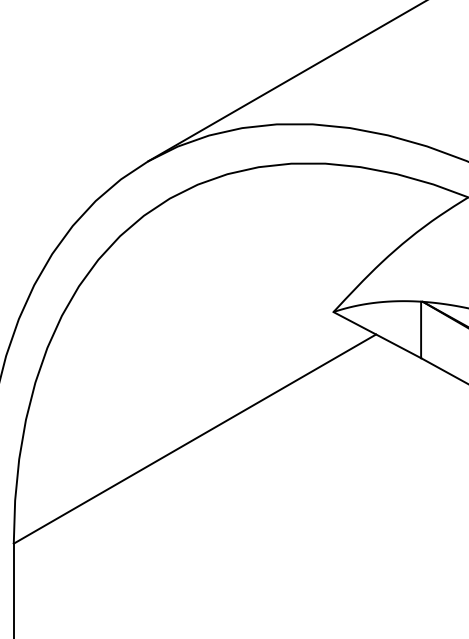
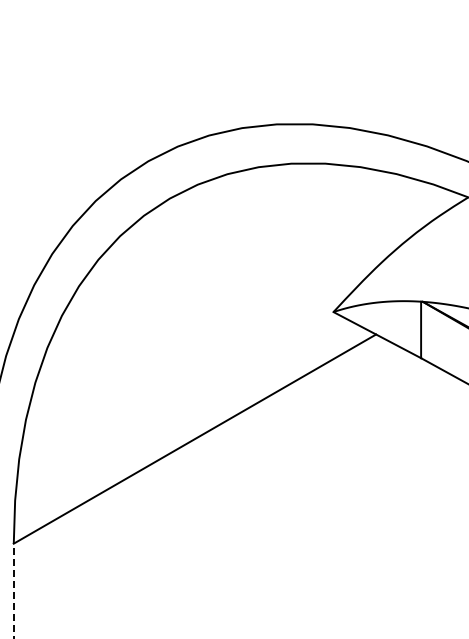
line at (286, 81): present -> none
line at (13, 590): solid -> dashed
